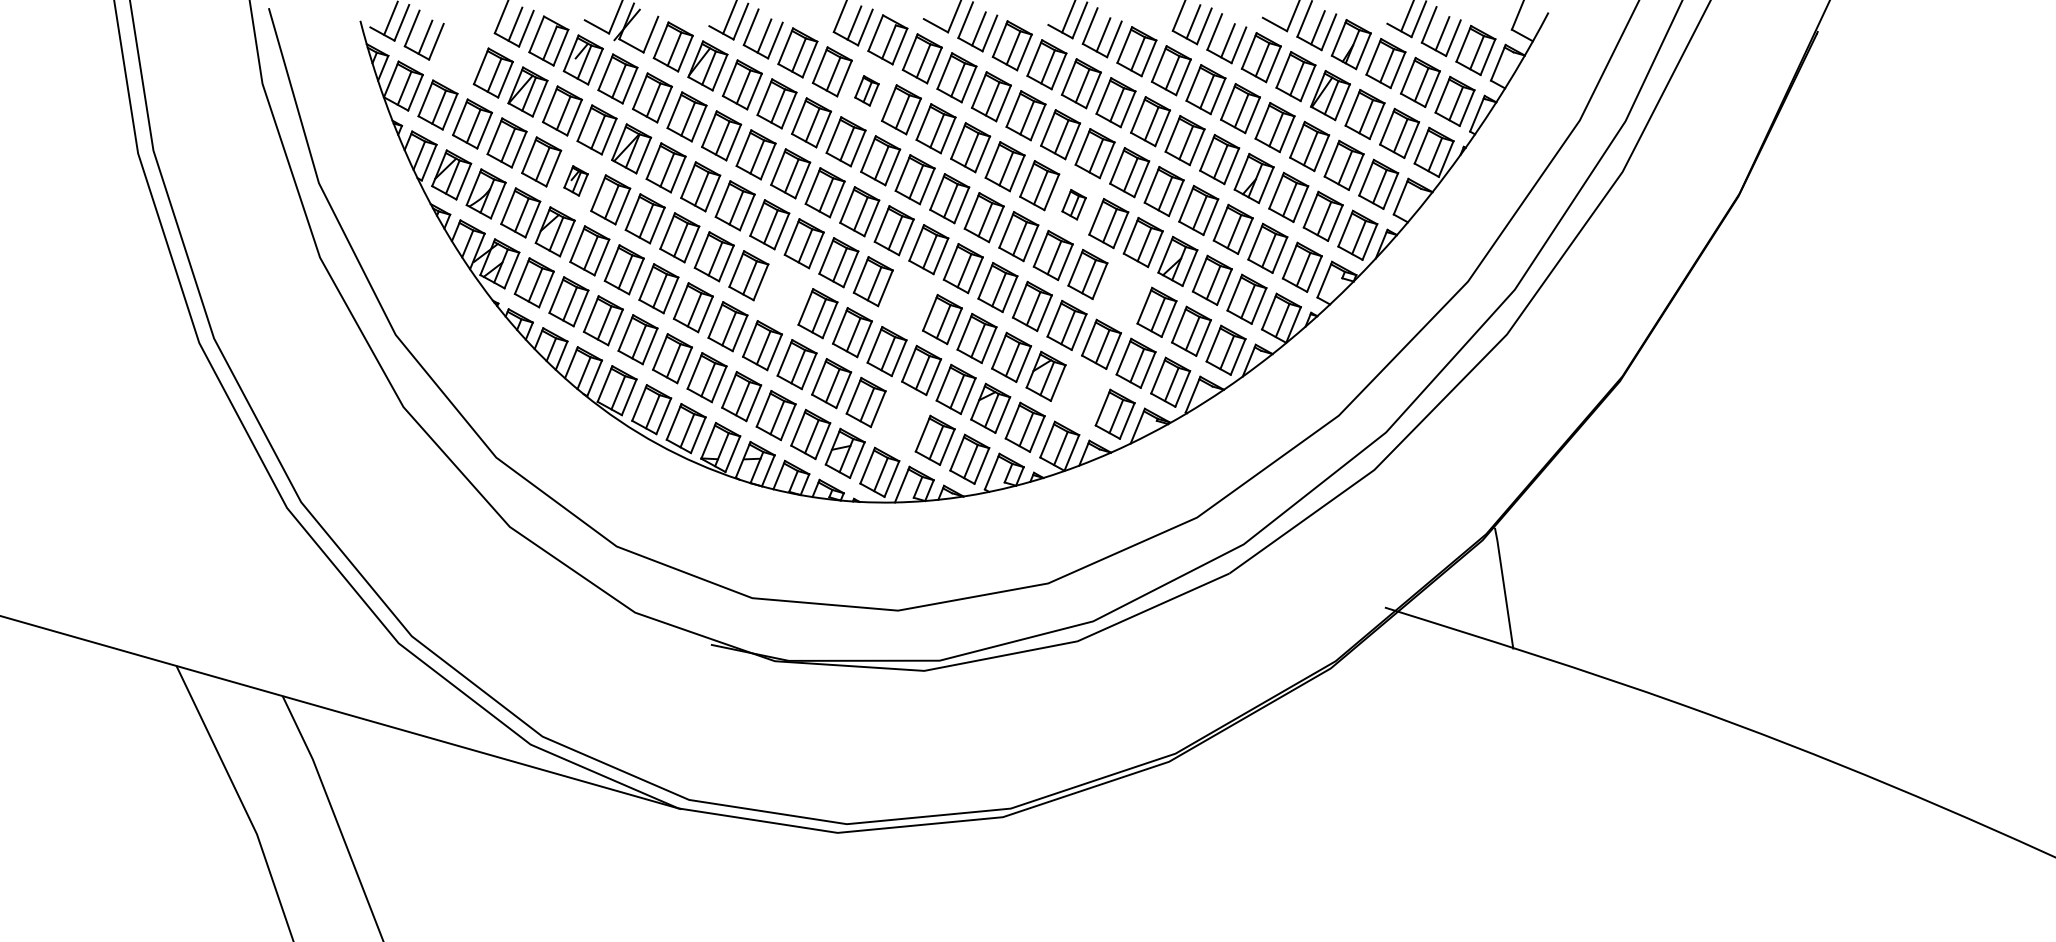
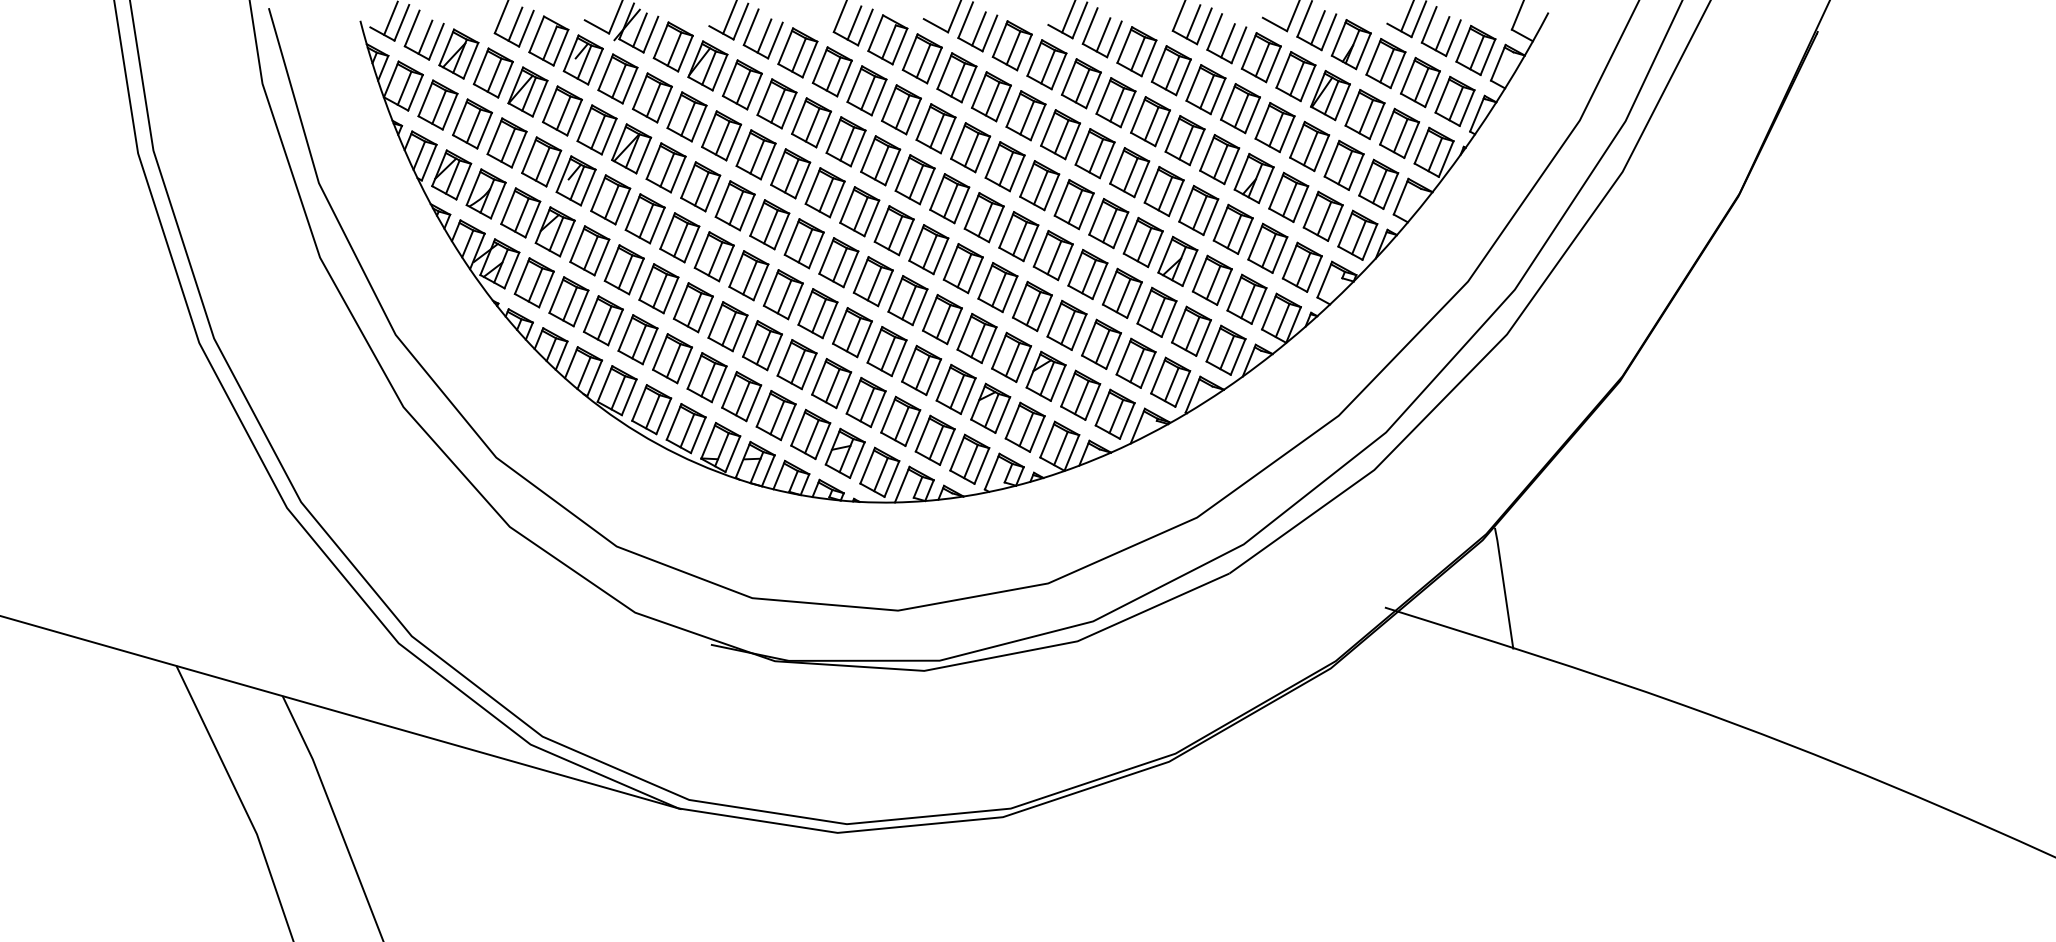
line at (639, 29): none -> present
part at (458, 53): none -> present
part at (866, 90) size: 26x32 px -> 42x52 px
part at (575, 180) size: 26x32 px -> 42x52 px
part at (1073, 204) size: 26x32 px -> 42x52 px
part at (1122, 292): none -> present
part at (782, 294): none -> present
part at (907, 300): none -> present
part at (1080, 394): none -> present
part at (900, 420): none -> present
